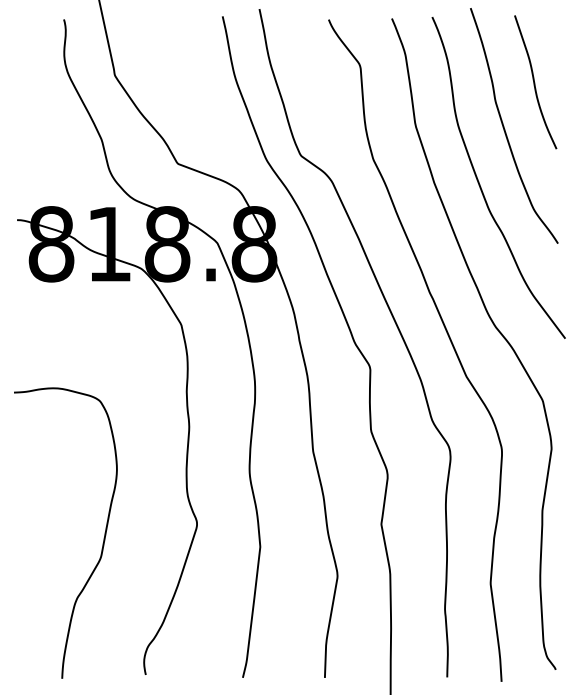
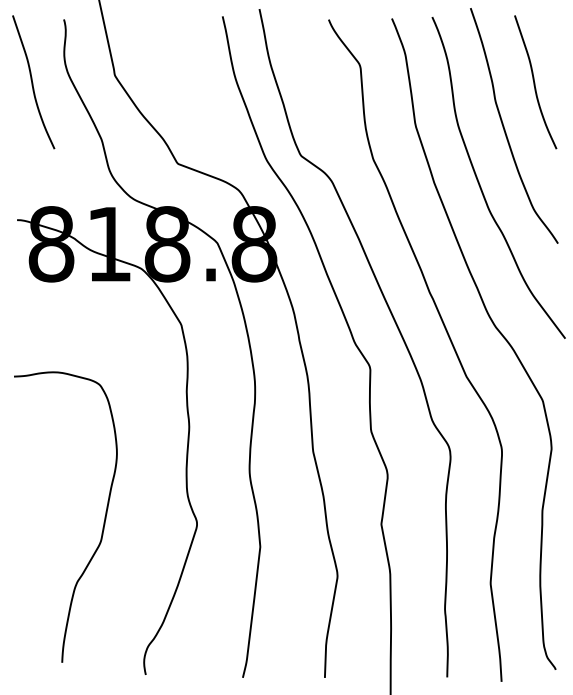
curve at (33, 82): none -> present
curve at (103, 538) position: (103, 538) -> (103, 522)
